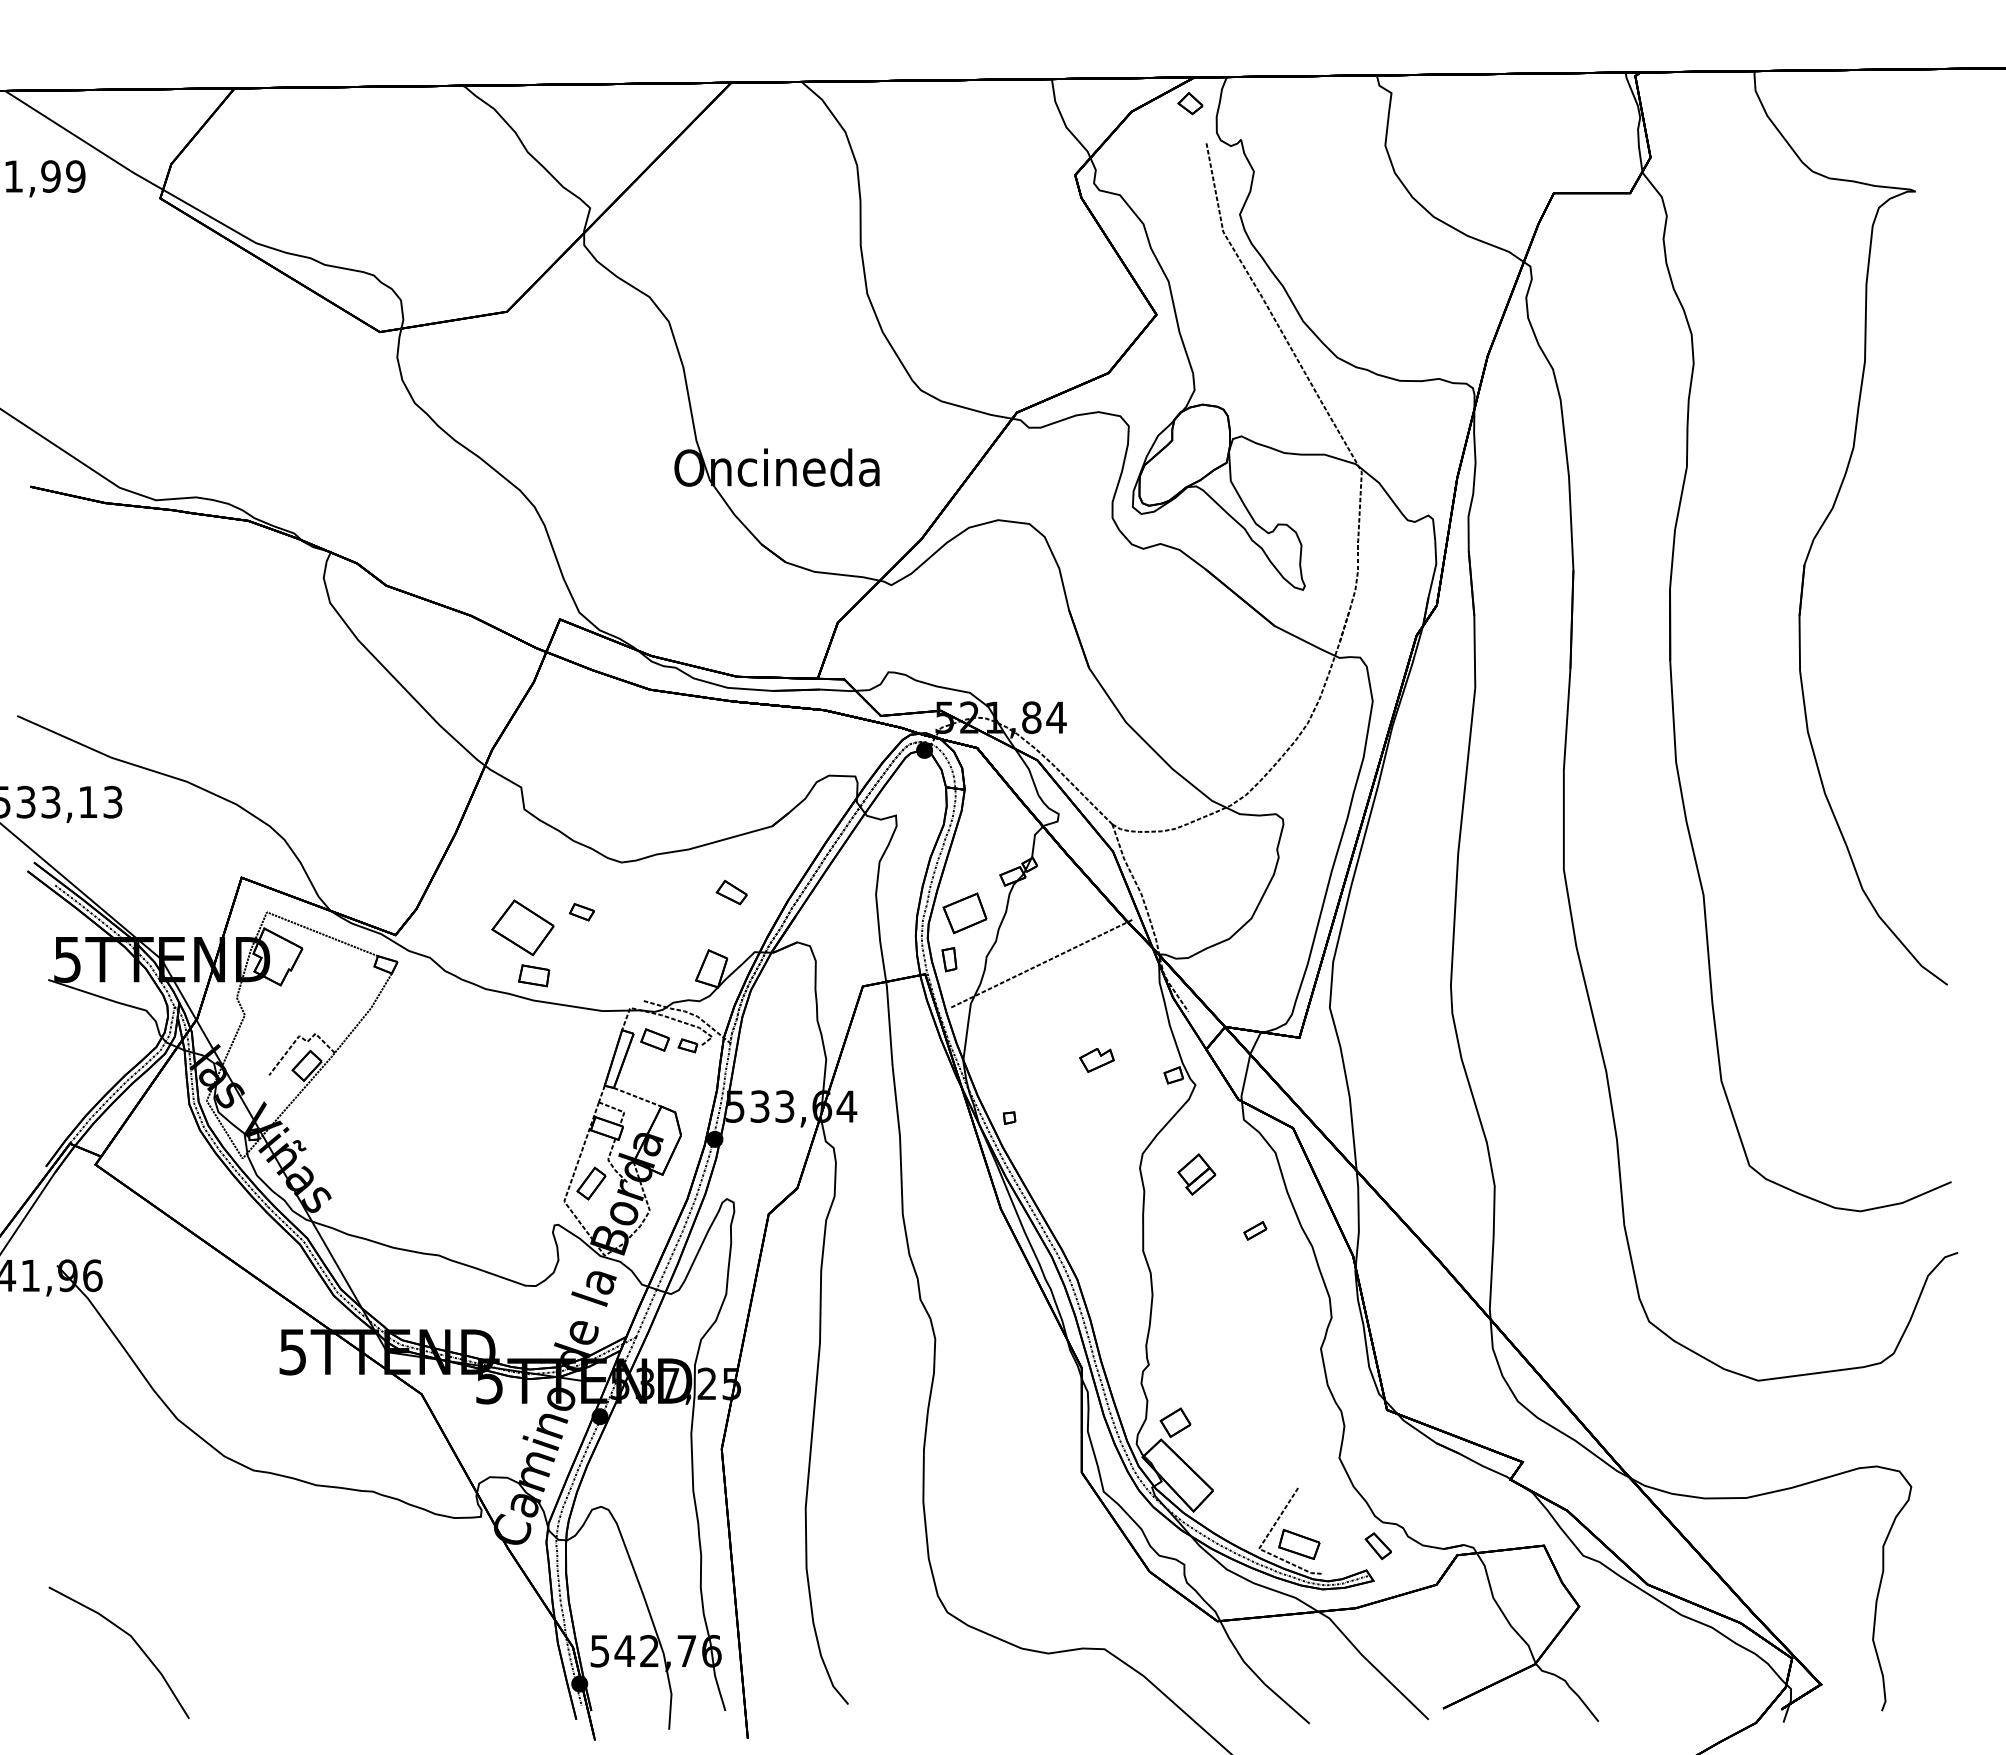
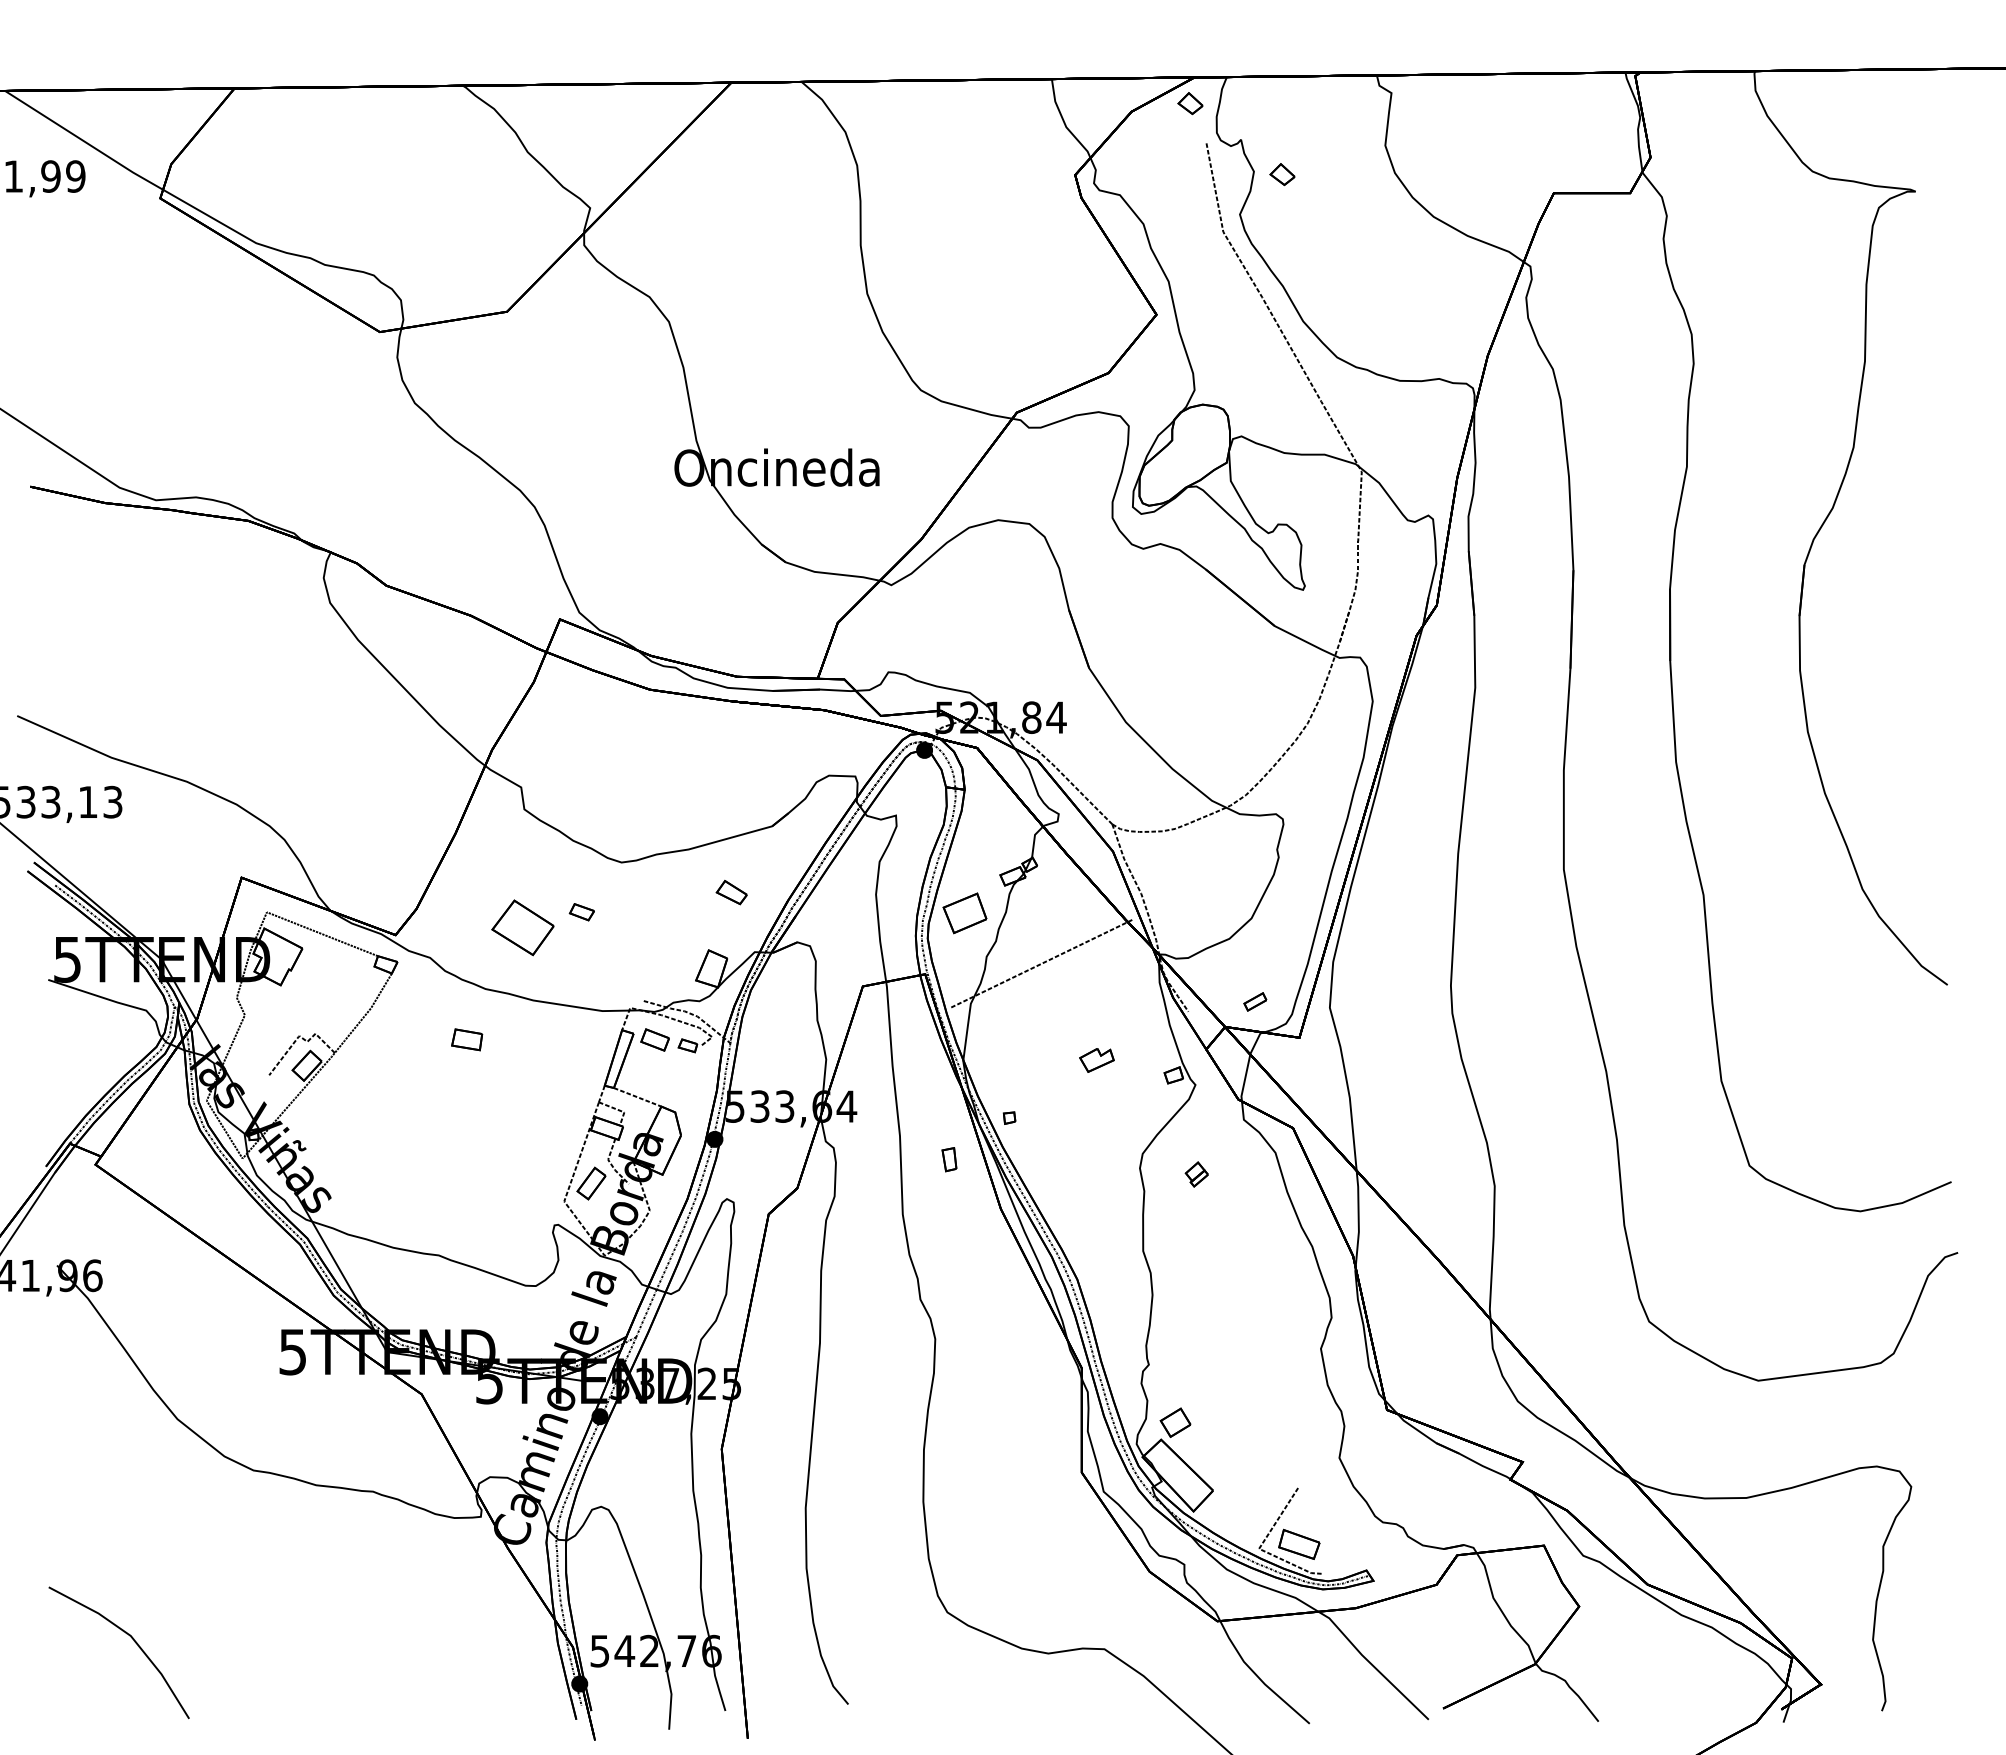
part at (1282, 174): none -> present
part at (949, 959) position: (949, 959) -> (949, 1159)
part at (534, 975) position: (534, 975) -> (467, 1039)
part at (1196, 1174) size: 40x43 px -> 25x27 px
part at (1255, 1230) position: (1255, 1230) -> (1255, 1001)
part at (1377, 1545): present -> none
